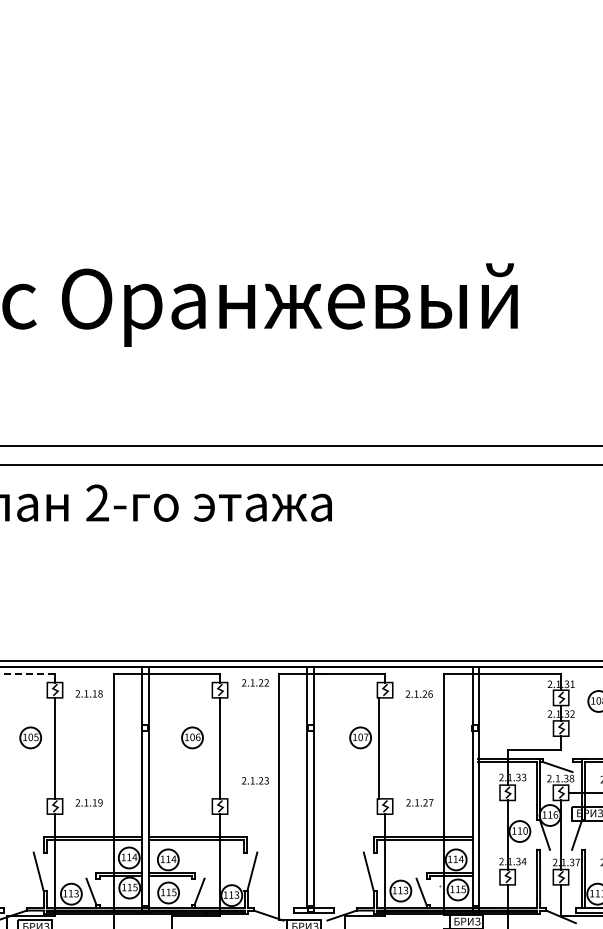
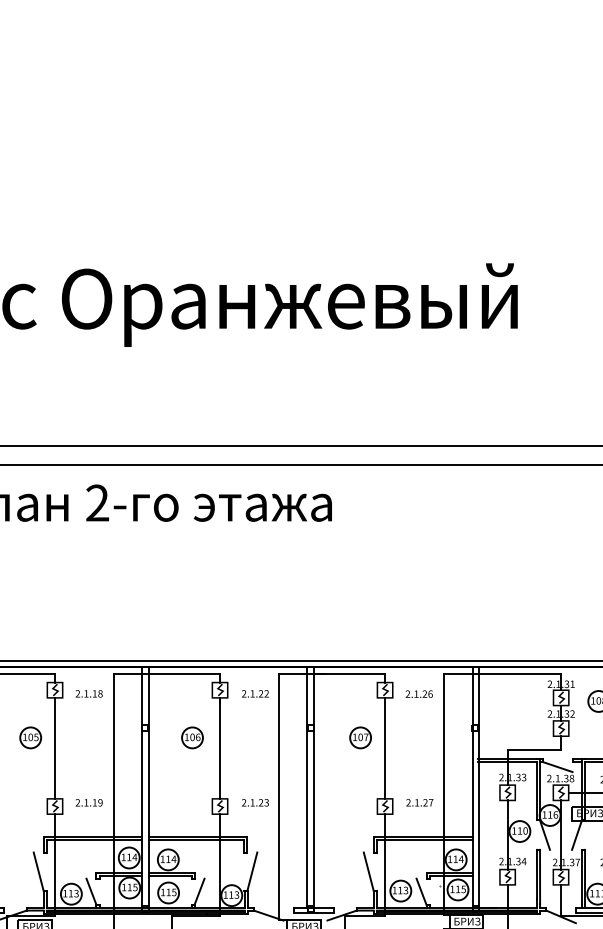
line at (27, 673): dashed -> solid
text at (255, 682) position: (255, 682) -> (255, 693)
line at (379, 747) position: (379, 747) -> (385, 747)
text at (255, 780) position: (255, 780) -> (255, 802)
